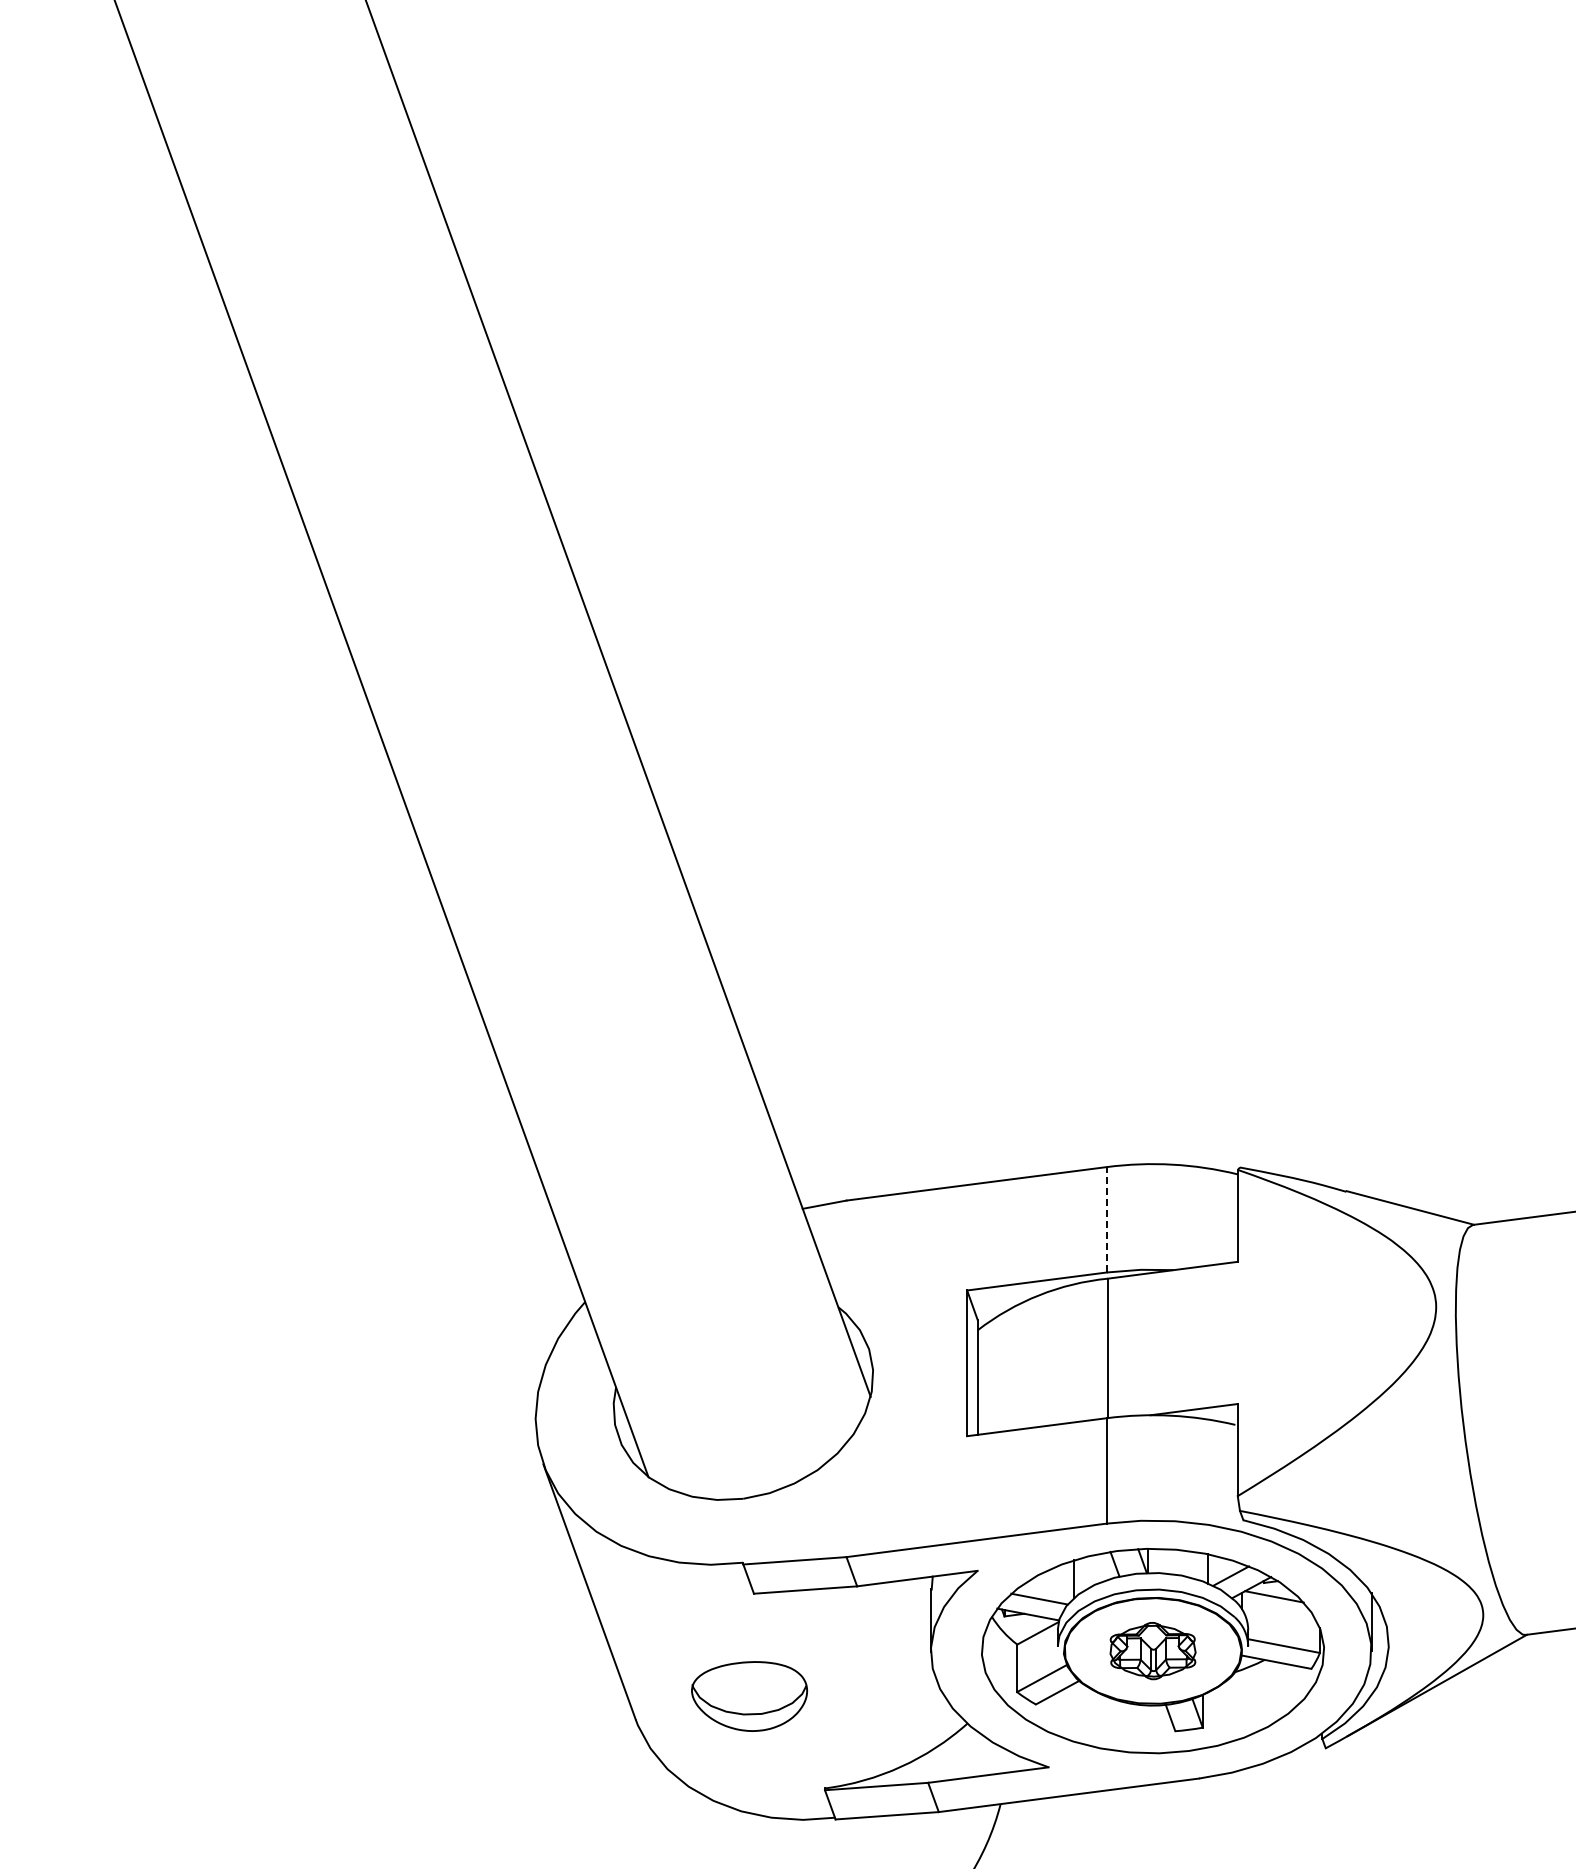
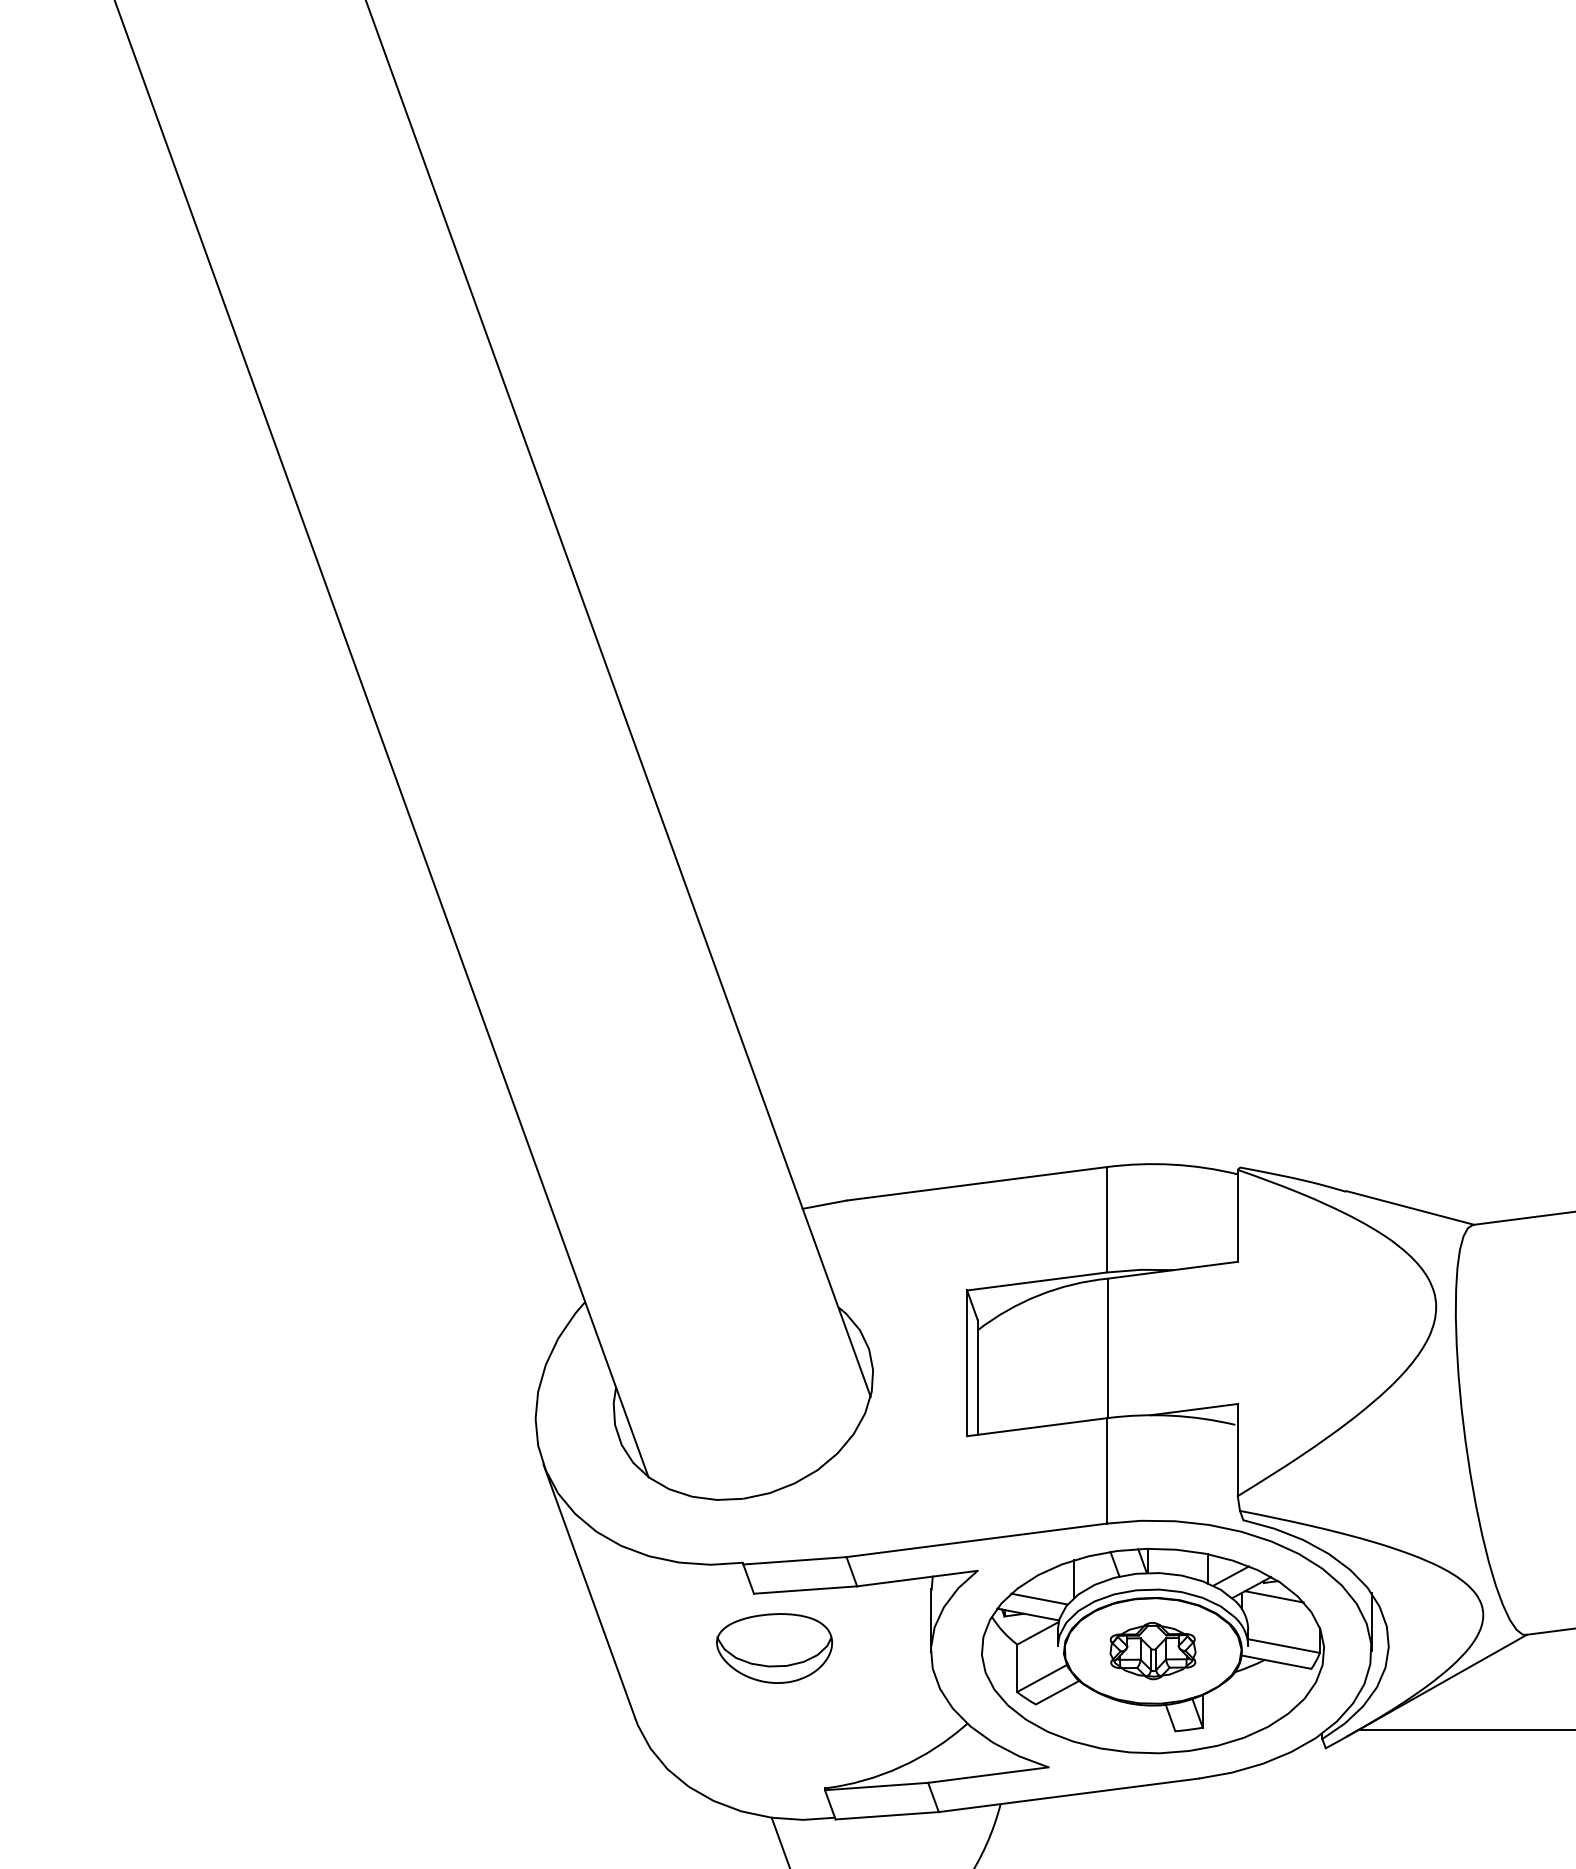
line at (1106, 1219): dashed -> solid
part at (749, 1696) position: (749, 1696) -> (774, 1648)
line at (1464, 1730): none -> present
line at (780, 1841): none -> present
